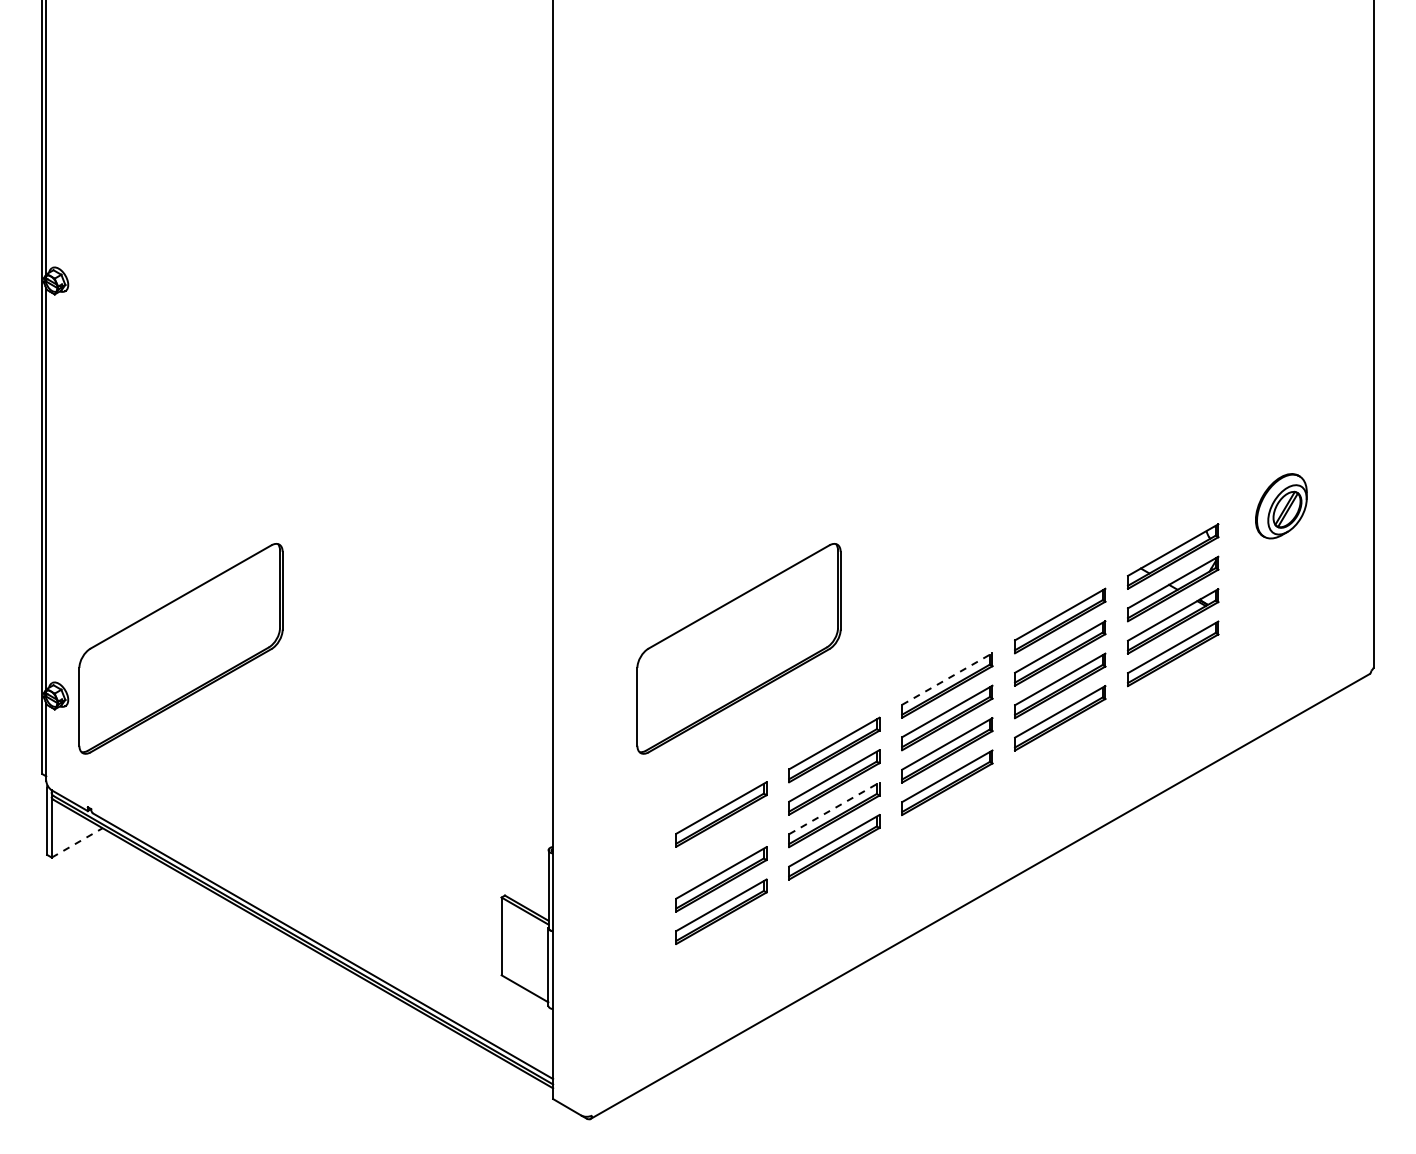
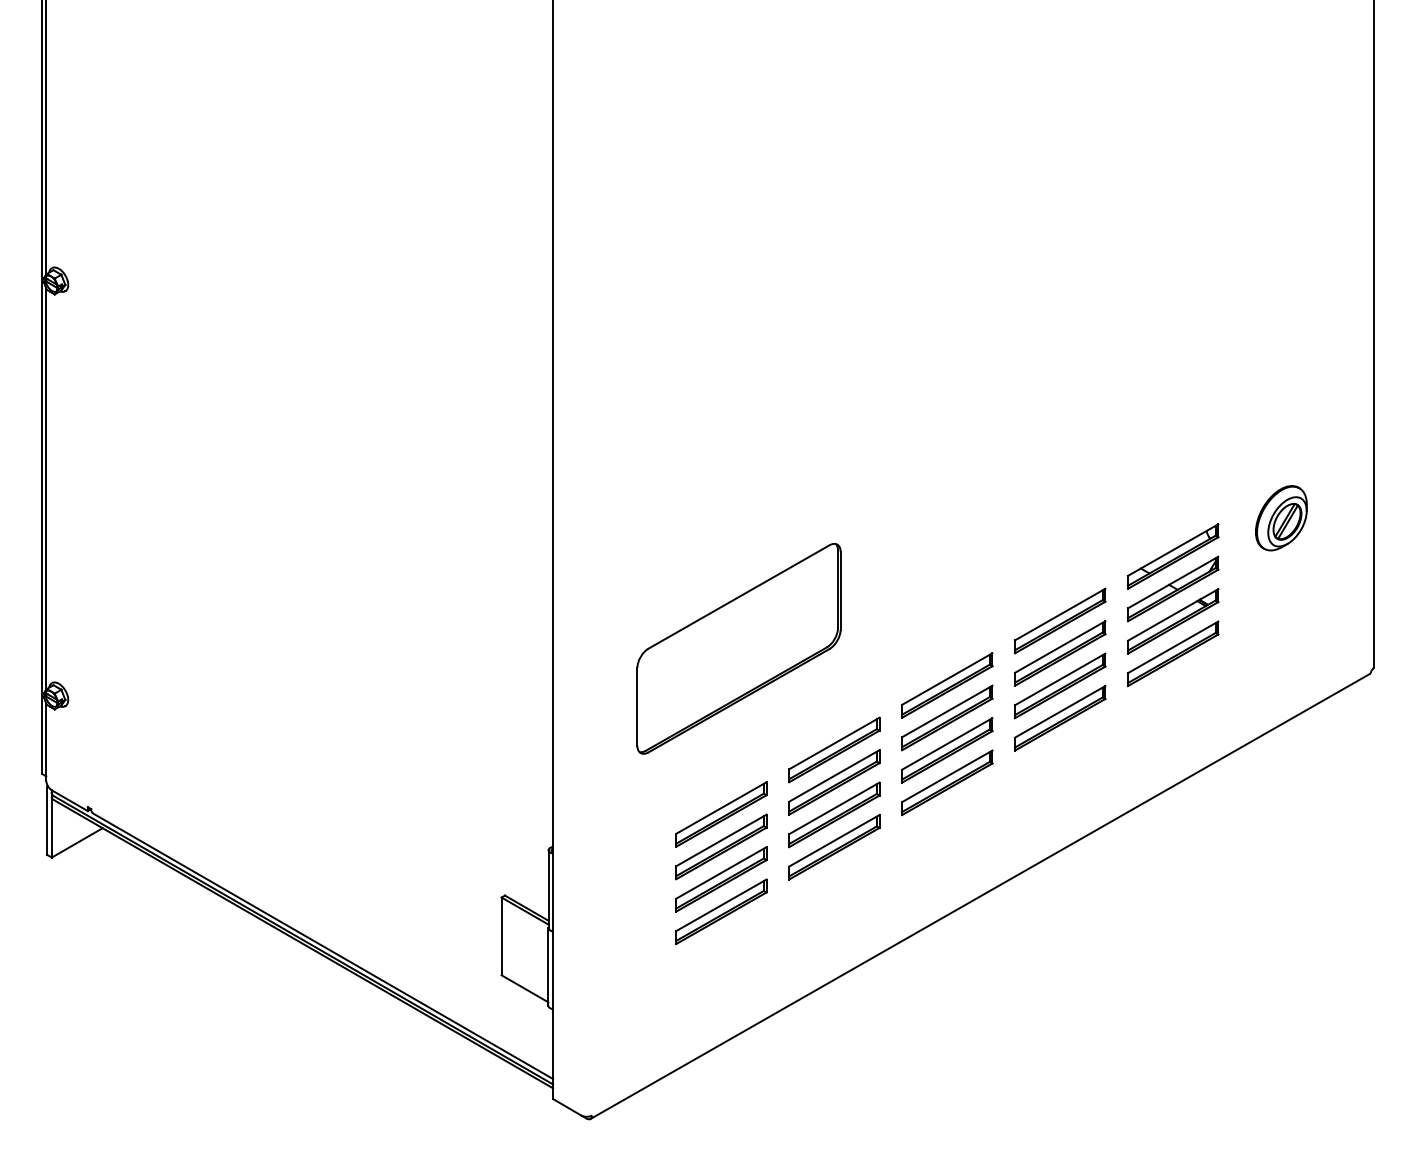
part at (1281, 506) position: (1281, 506) -> (1281, 518)
part at (180, 648): present -> none
line at (947, 678): dashed -> solid
line at (834, 808): dashed -> solid
line at (77, 842): dashed -> solid
part at (721, 846): none -> present
